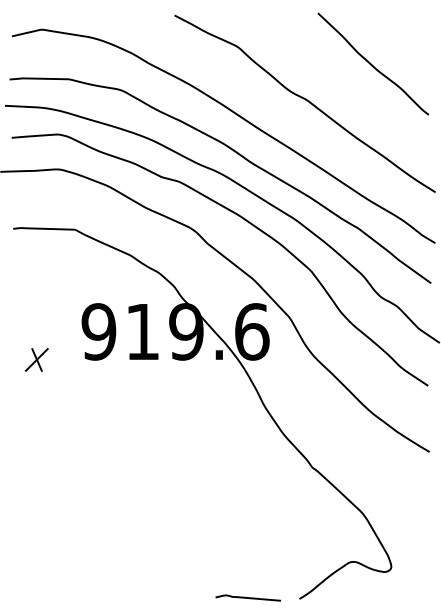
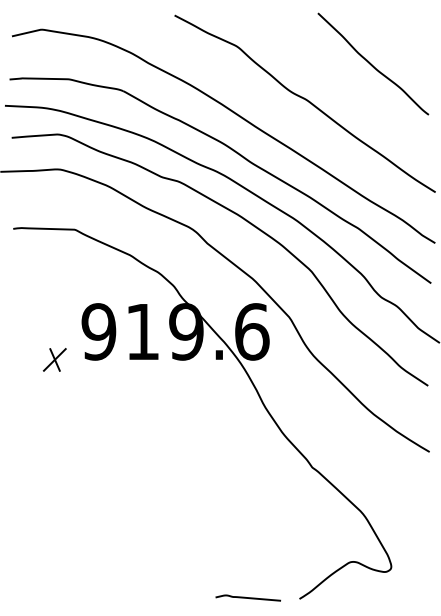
part at (36, 359) position: (36, 359) -> (54, 359)
